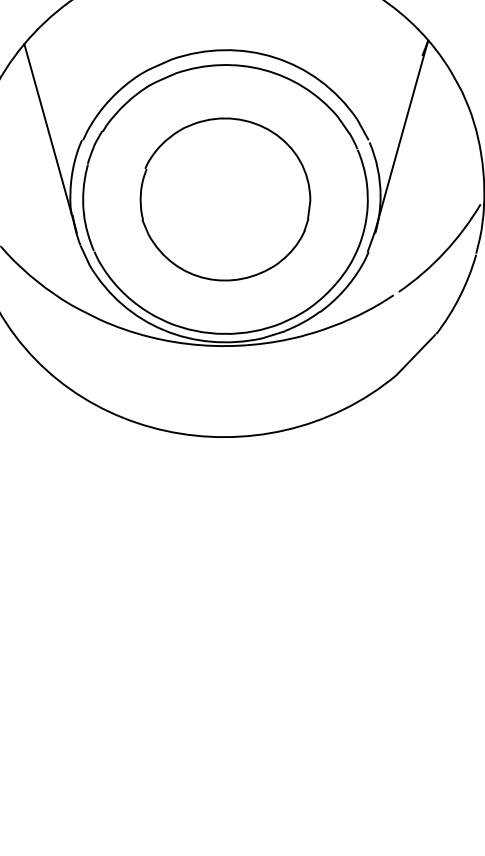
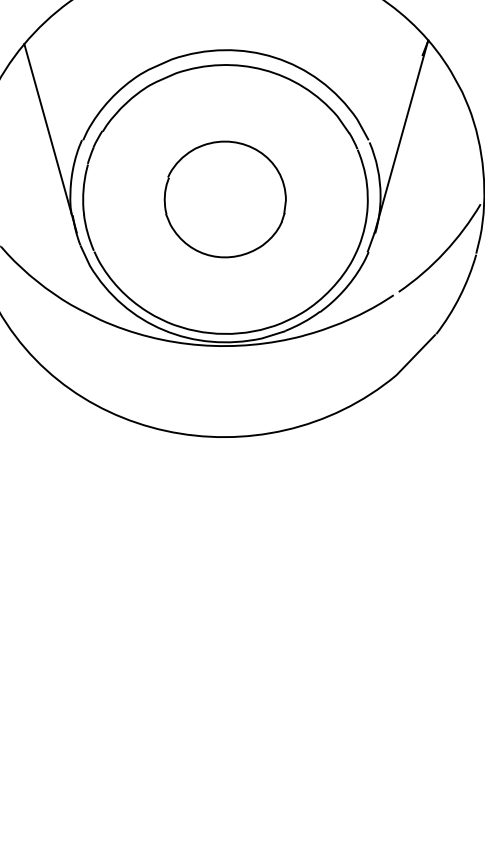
part at (225, 199) size: 173x165 px -> 124x119 px
